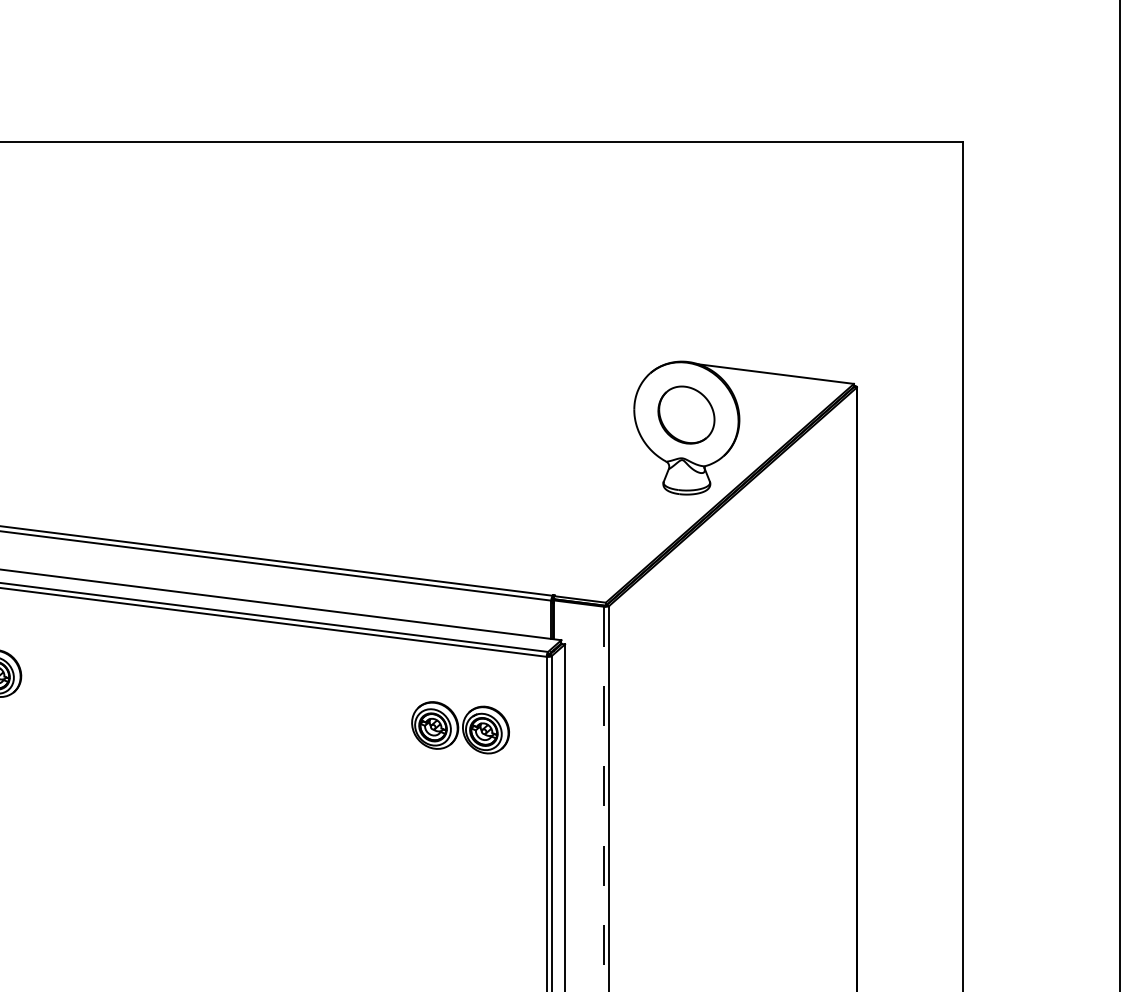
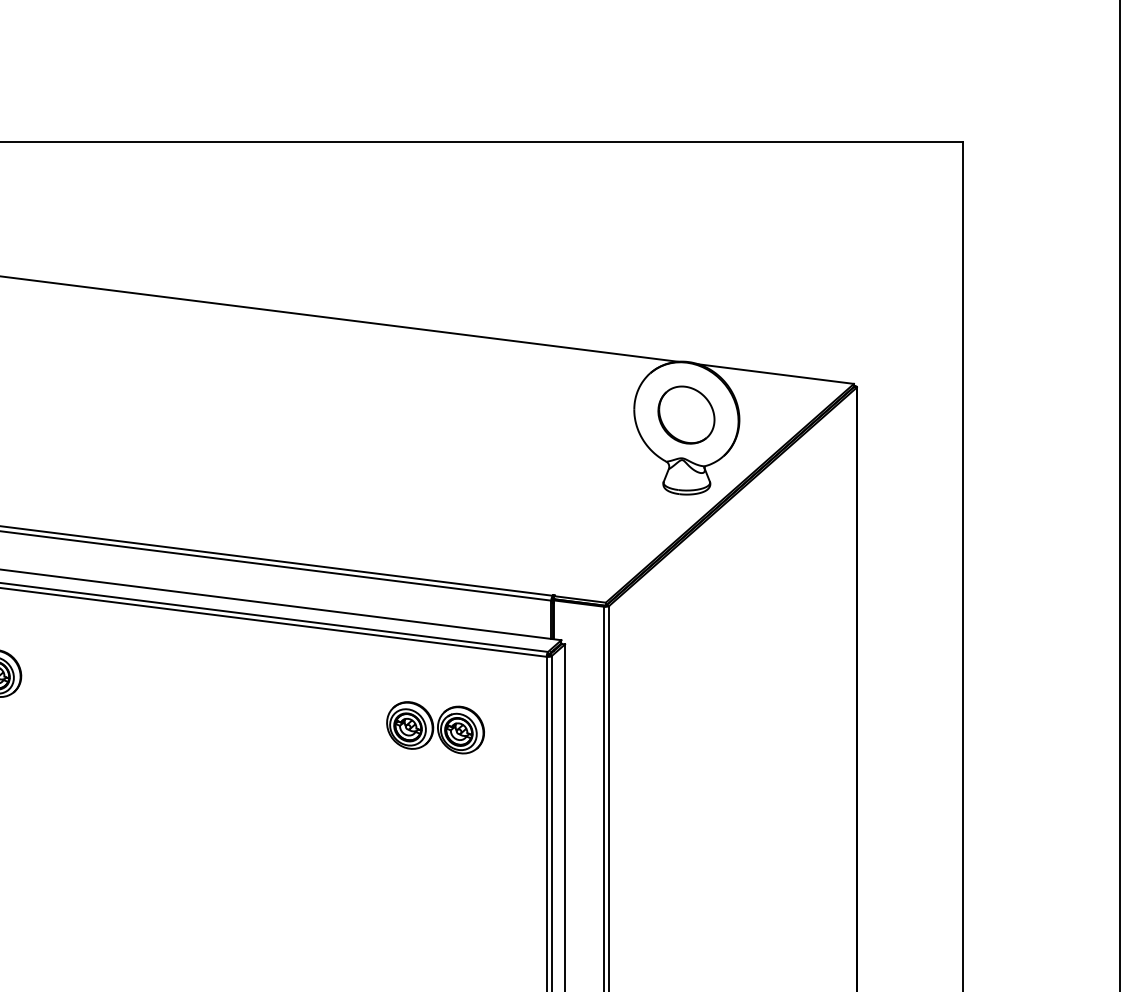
line at (340, 318): none -> present
part at (460, 727) position: (460, 727) -> (435, 727)
line at (604, 799): dashed -> solid
